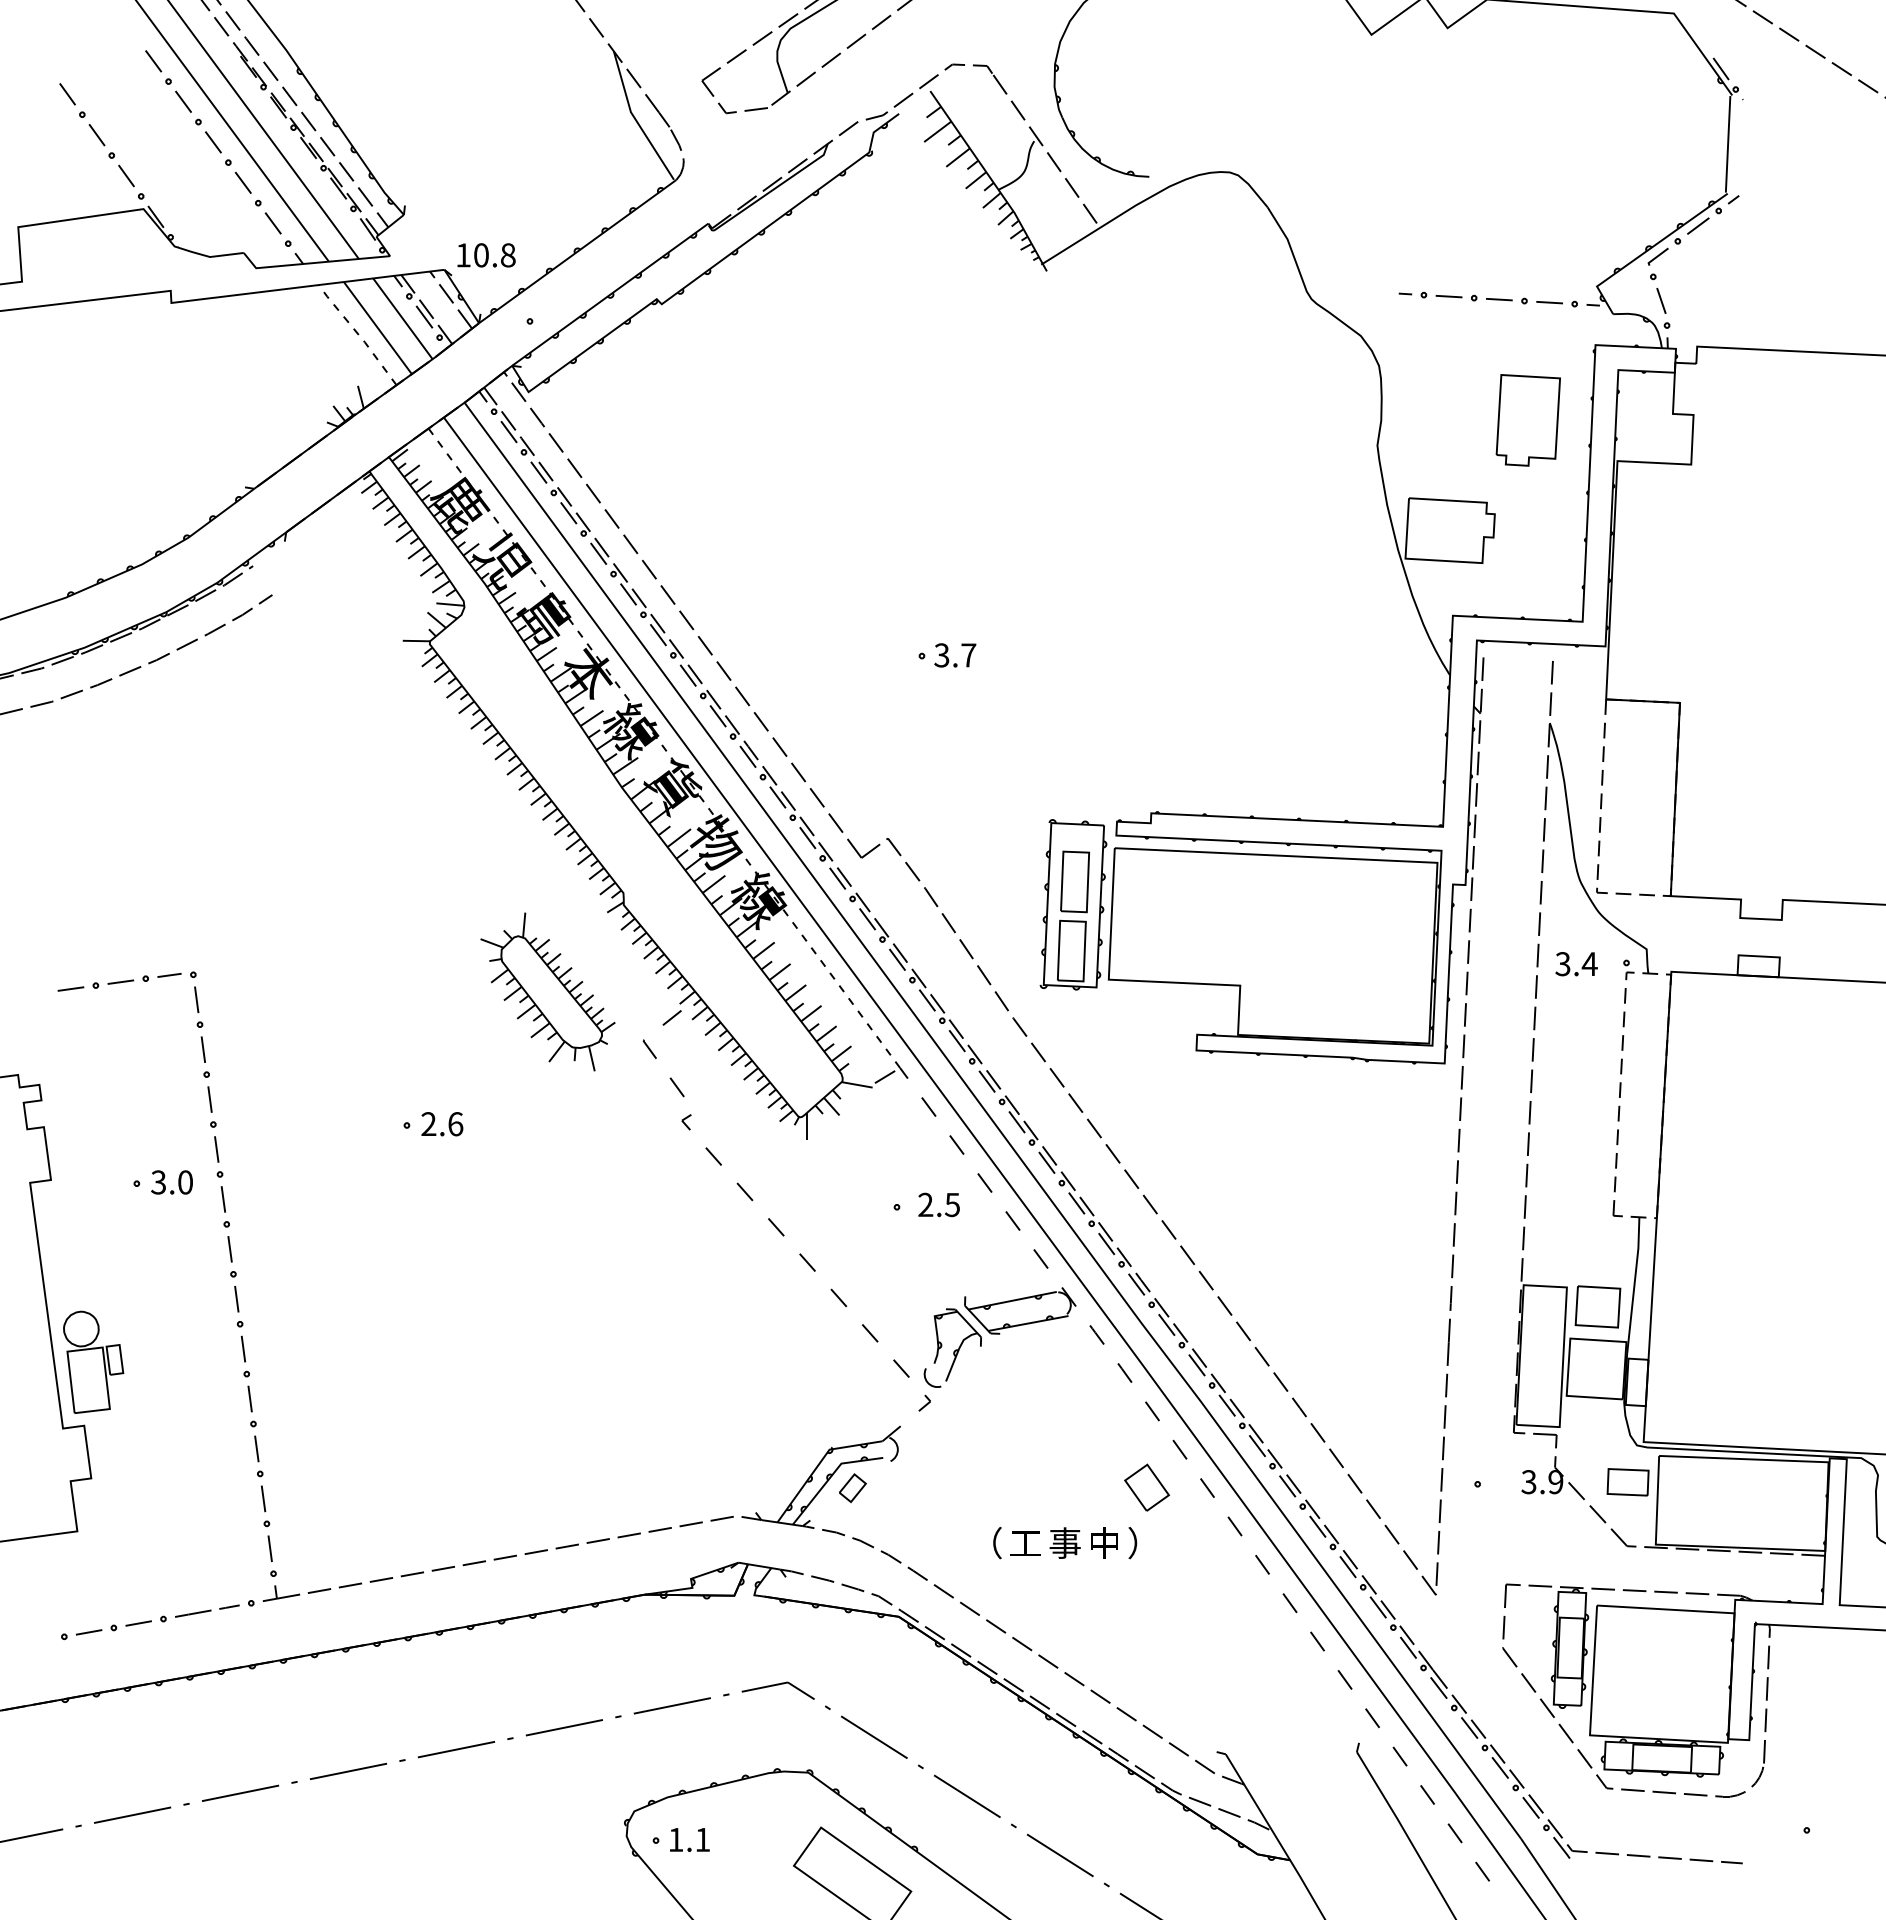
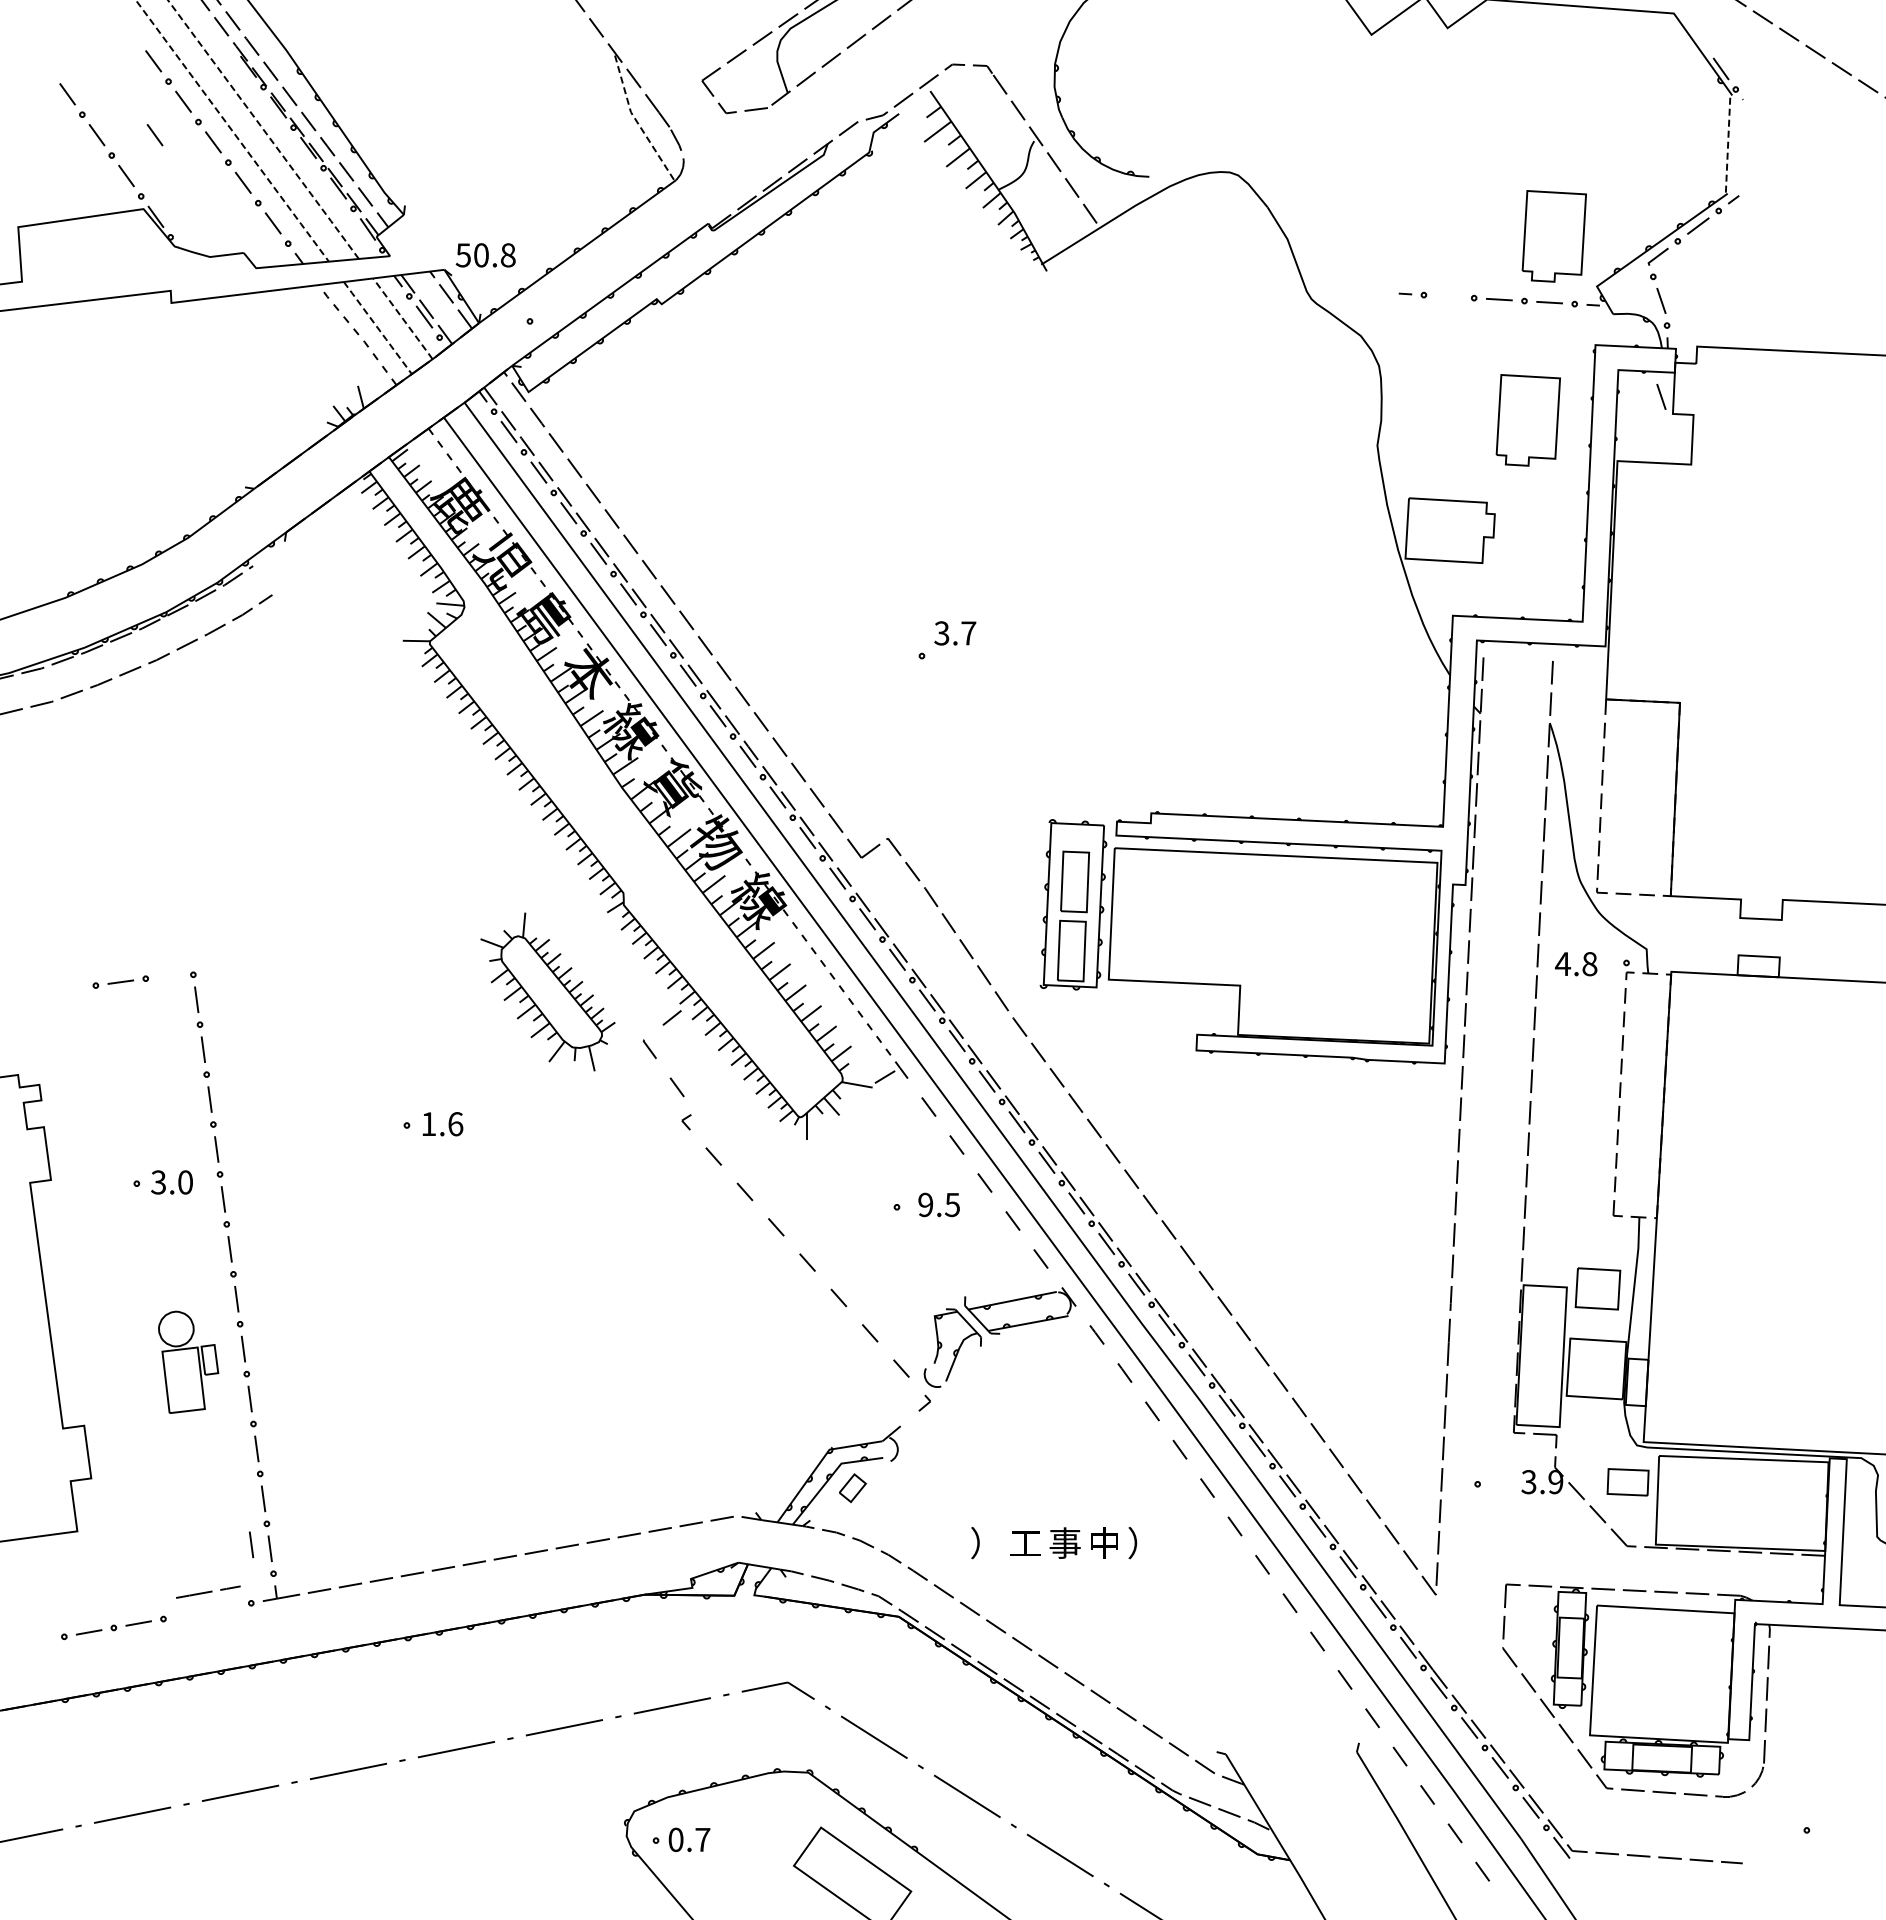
line at (635, 118): solid -> dashed
line at (264, 130): solid -> dashed
line at (233, 132): solid -> dashed
line at (154, 135): none -> present
line at (1728, 143): solid -> dashed
part at (1553, 236): none -> present
text at (462, 255): 10.8 -> 50.8
line at (1448, 296): present -> none
line at (402, 318): solid -> dashed
line at (377, 328): solid -> dashed
line at (1661, 396): none -> present
text at (955, 655) position: (955, 655) -> (955, 633)
text at (1575, 964): 3.4 -> 4.8
line at (169, 975): present -> none
line at (70, 988): present -> none
text at (428, 1123): 2.6 -> 1.6
text at (925, 1205): 2.5 -> 9.5
part at (1597, 1306) position: (1597, 1306) -> (1597, 1288)
part at (93, 1361) position: (93, 1361) -> (188, 1361)
part at (1146, 1487): present -> none
text at (986, 1543): （ -> ）
line at (251, 1544): none -> present
line at (207, 1610) position: (207, 1610) -> (208, 1591)
text at (689, 1839): 1.1 -> 0.7
